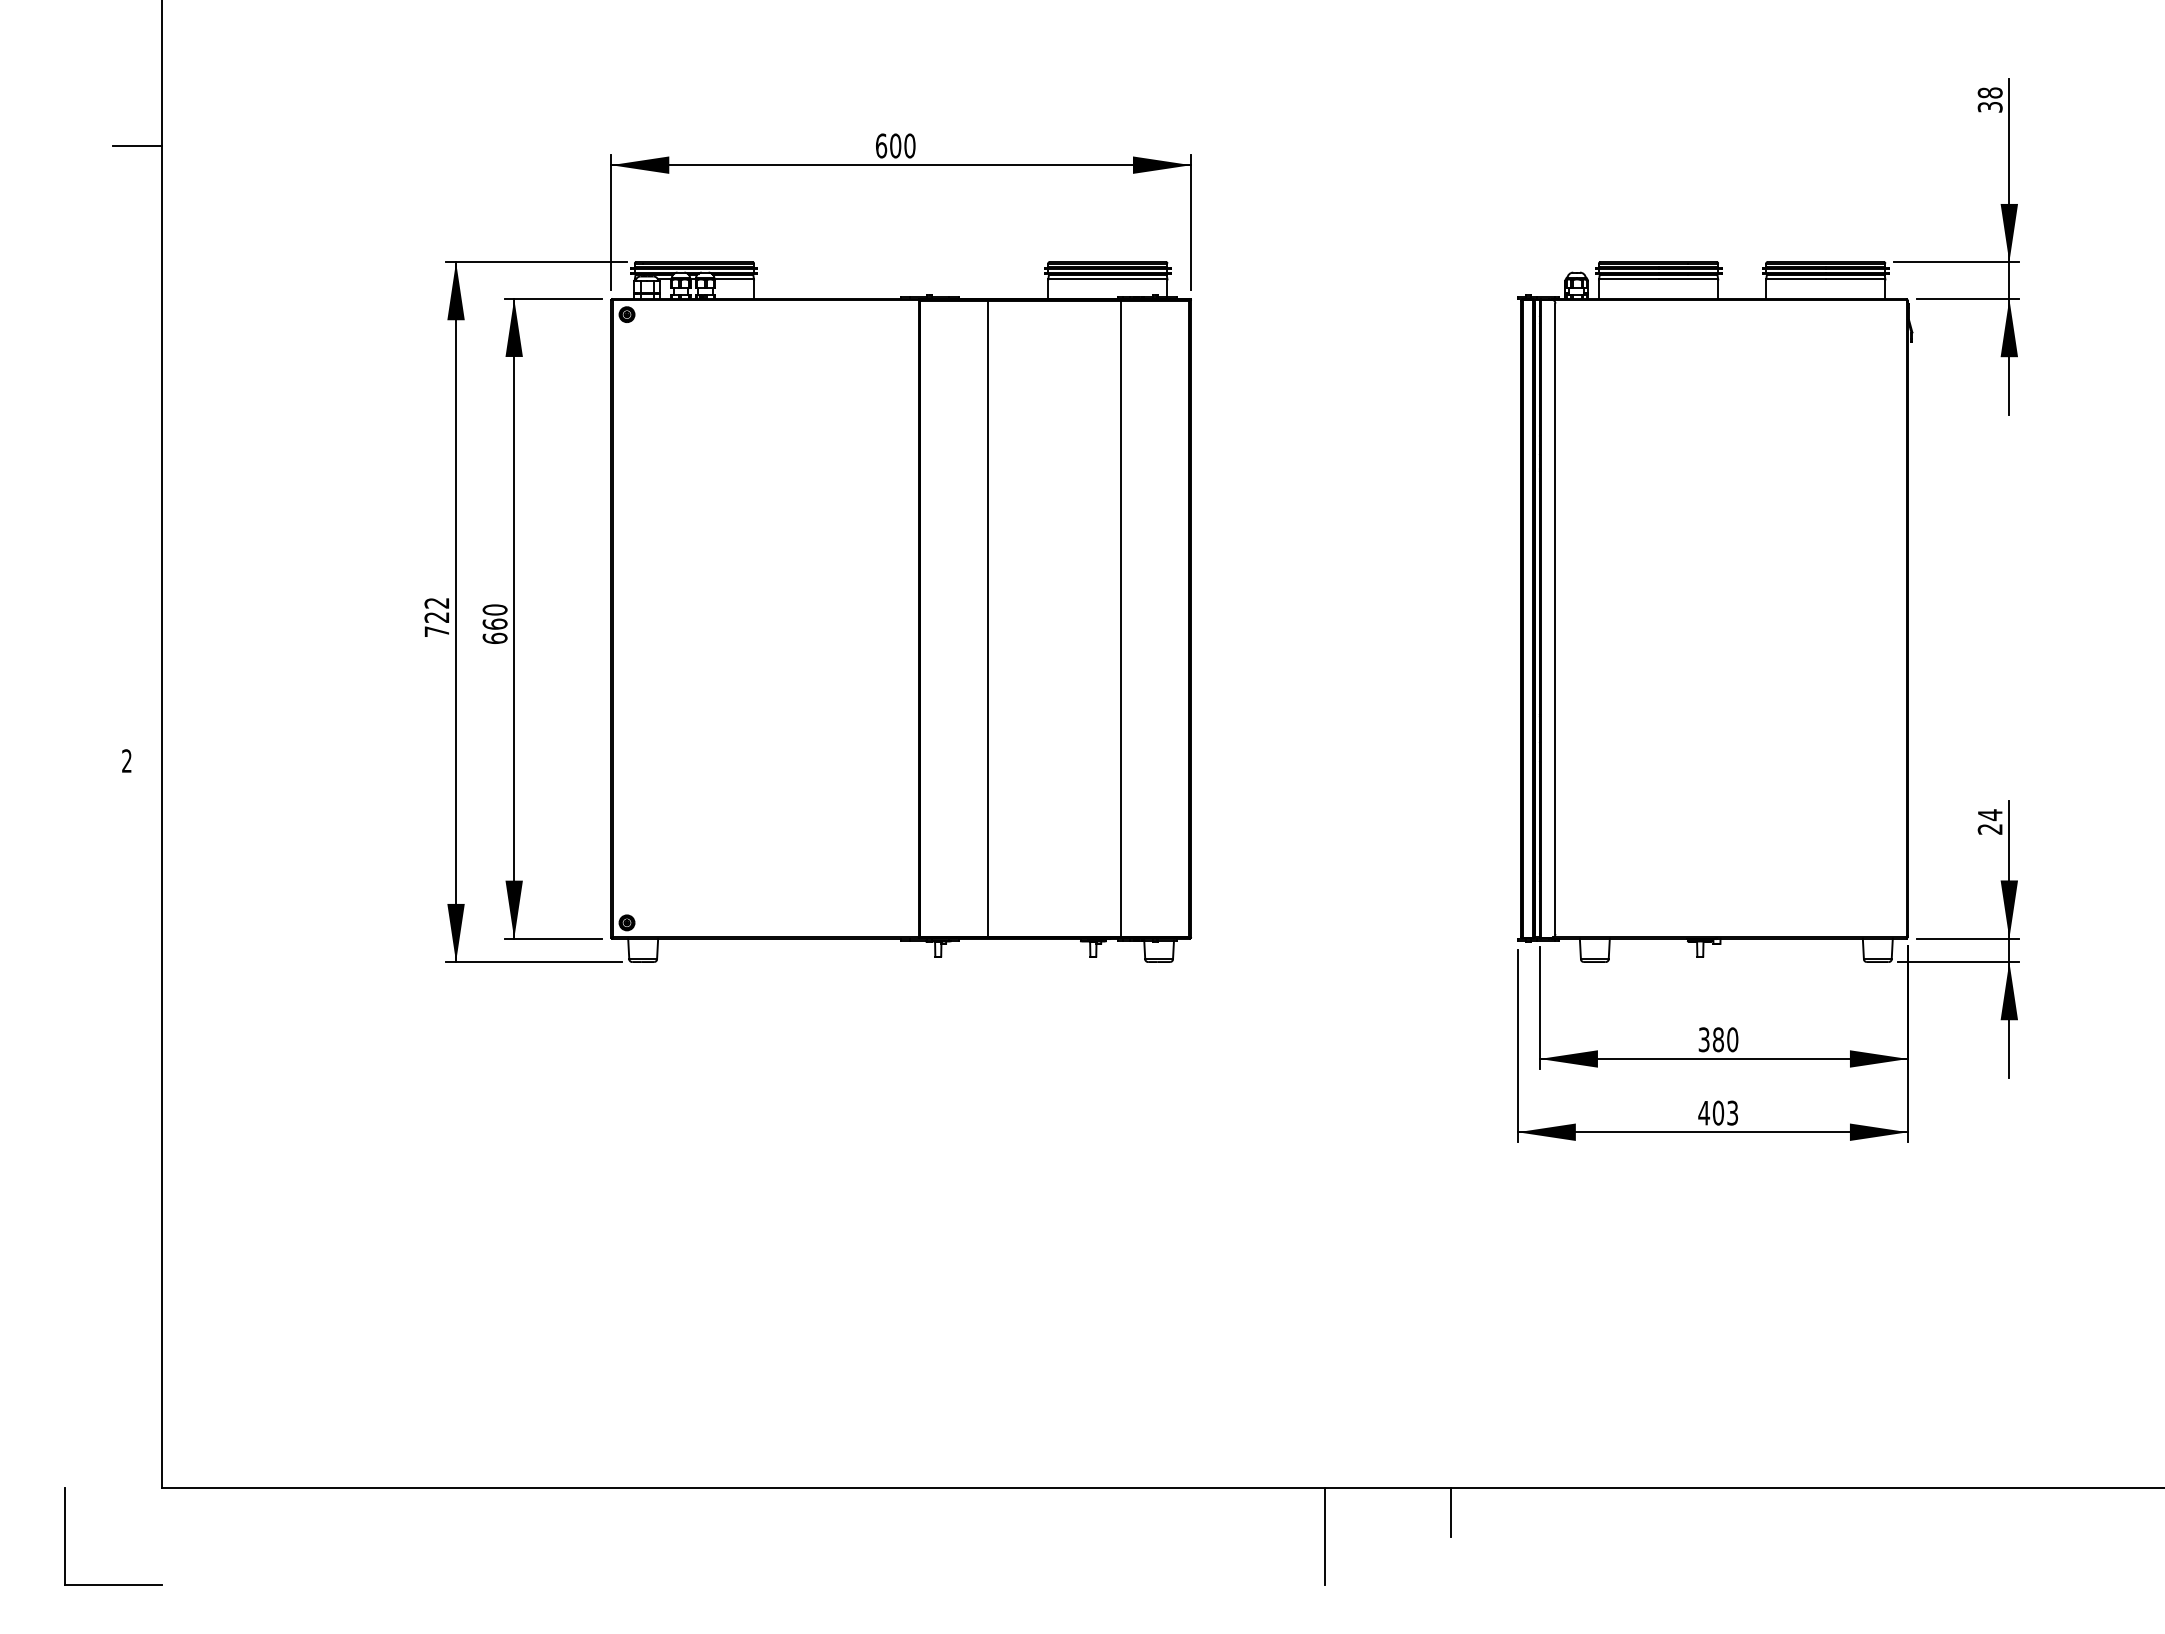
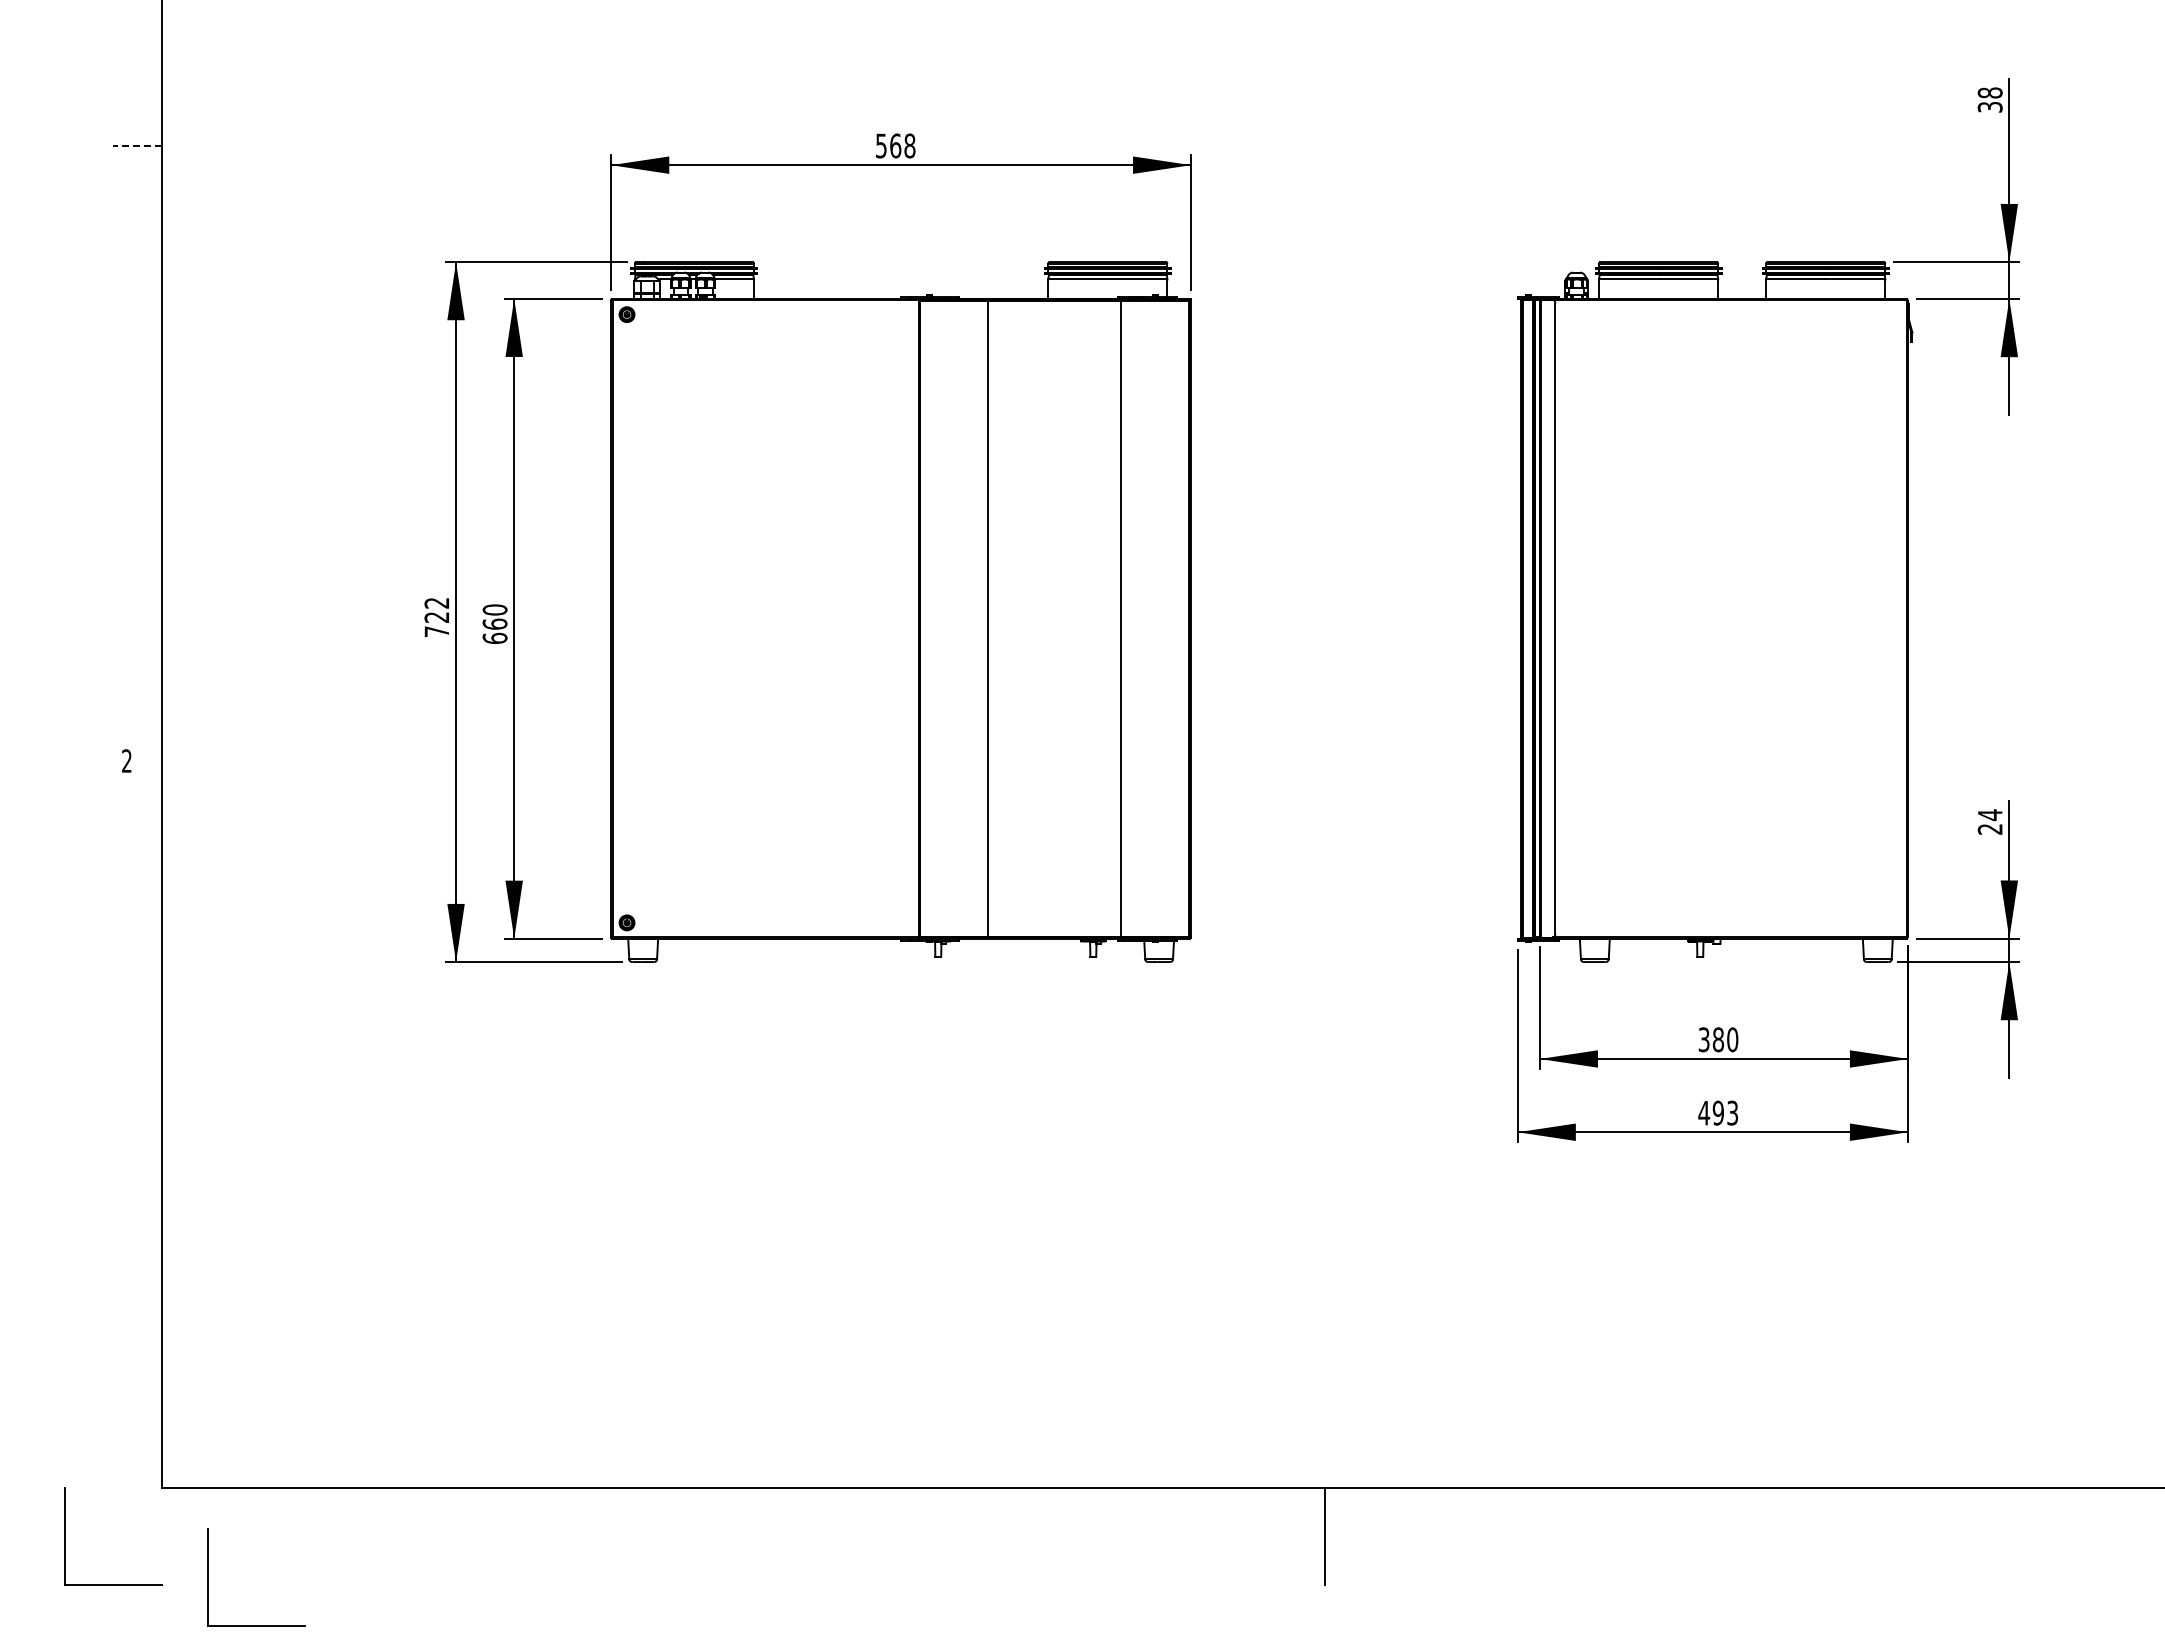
line at (137, 145): solid -> dashed
text at (895, 145): 600 -> 568
text at (1718, 1113): 403 -> 493
line at (1450, 1512): present -> none
part at (208, 1577): none -> present
